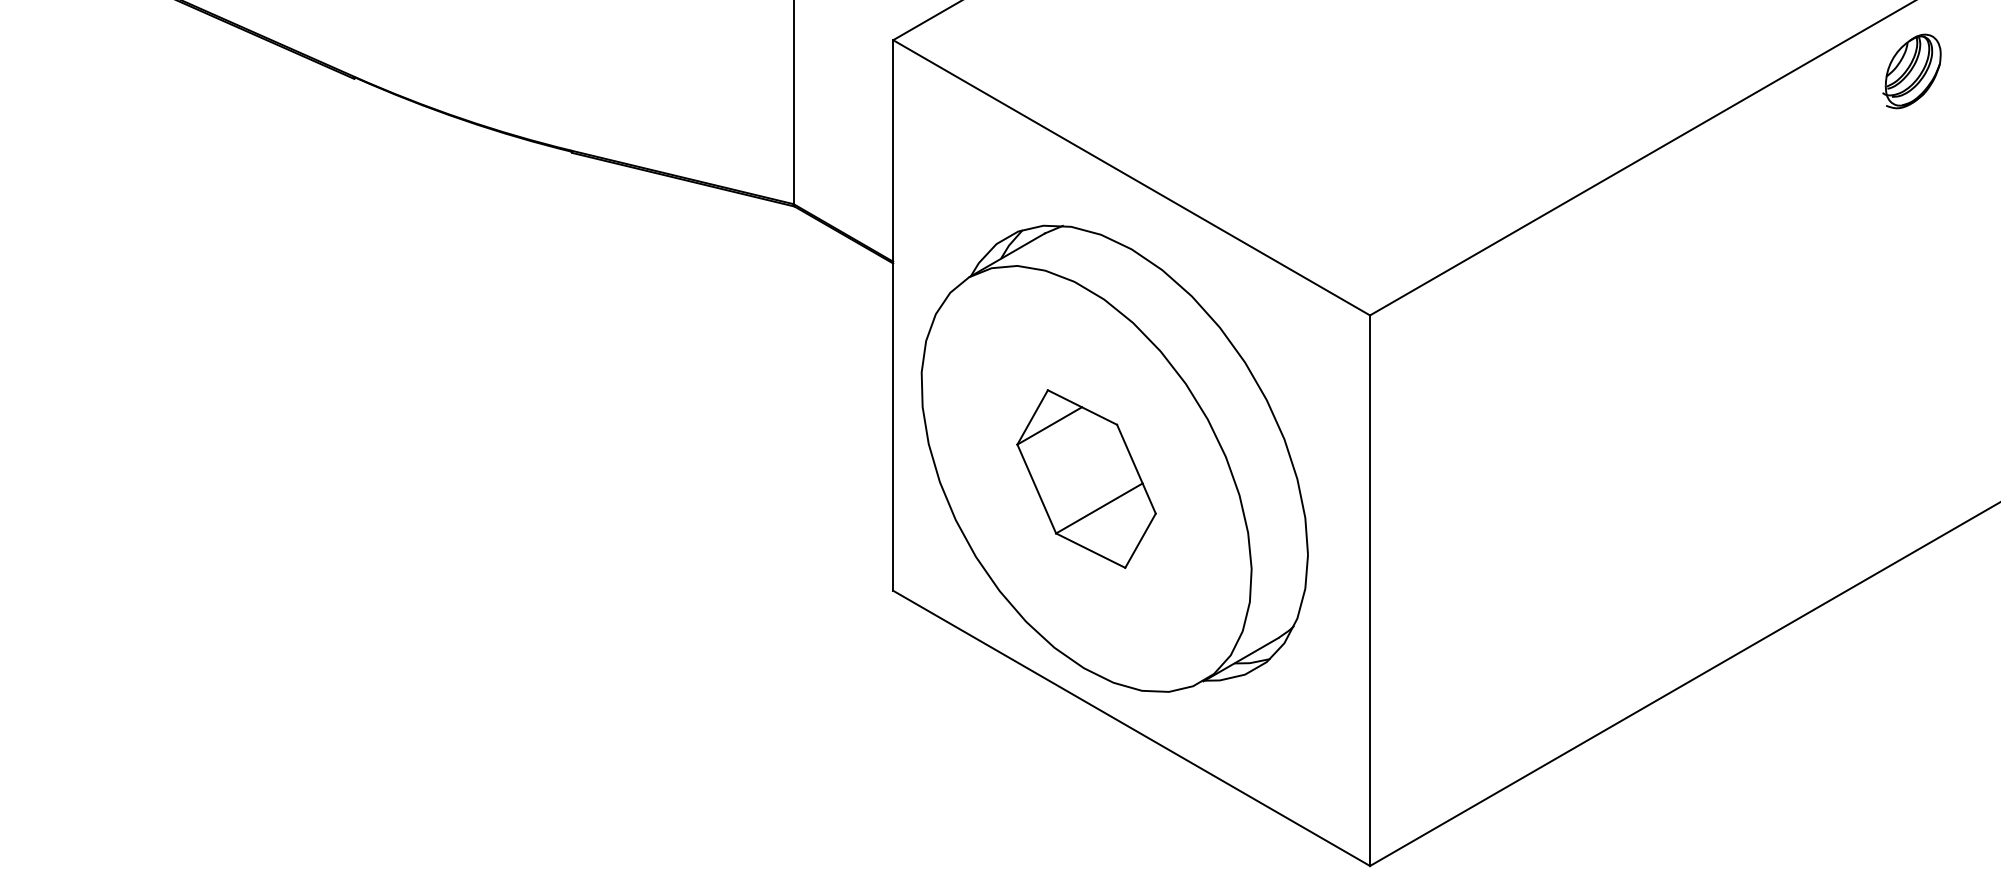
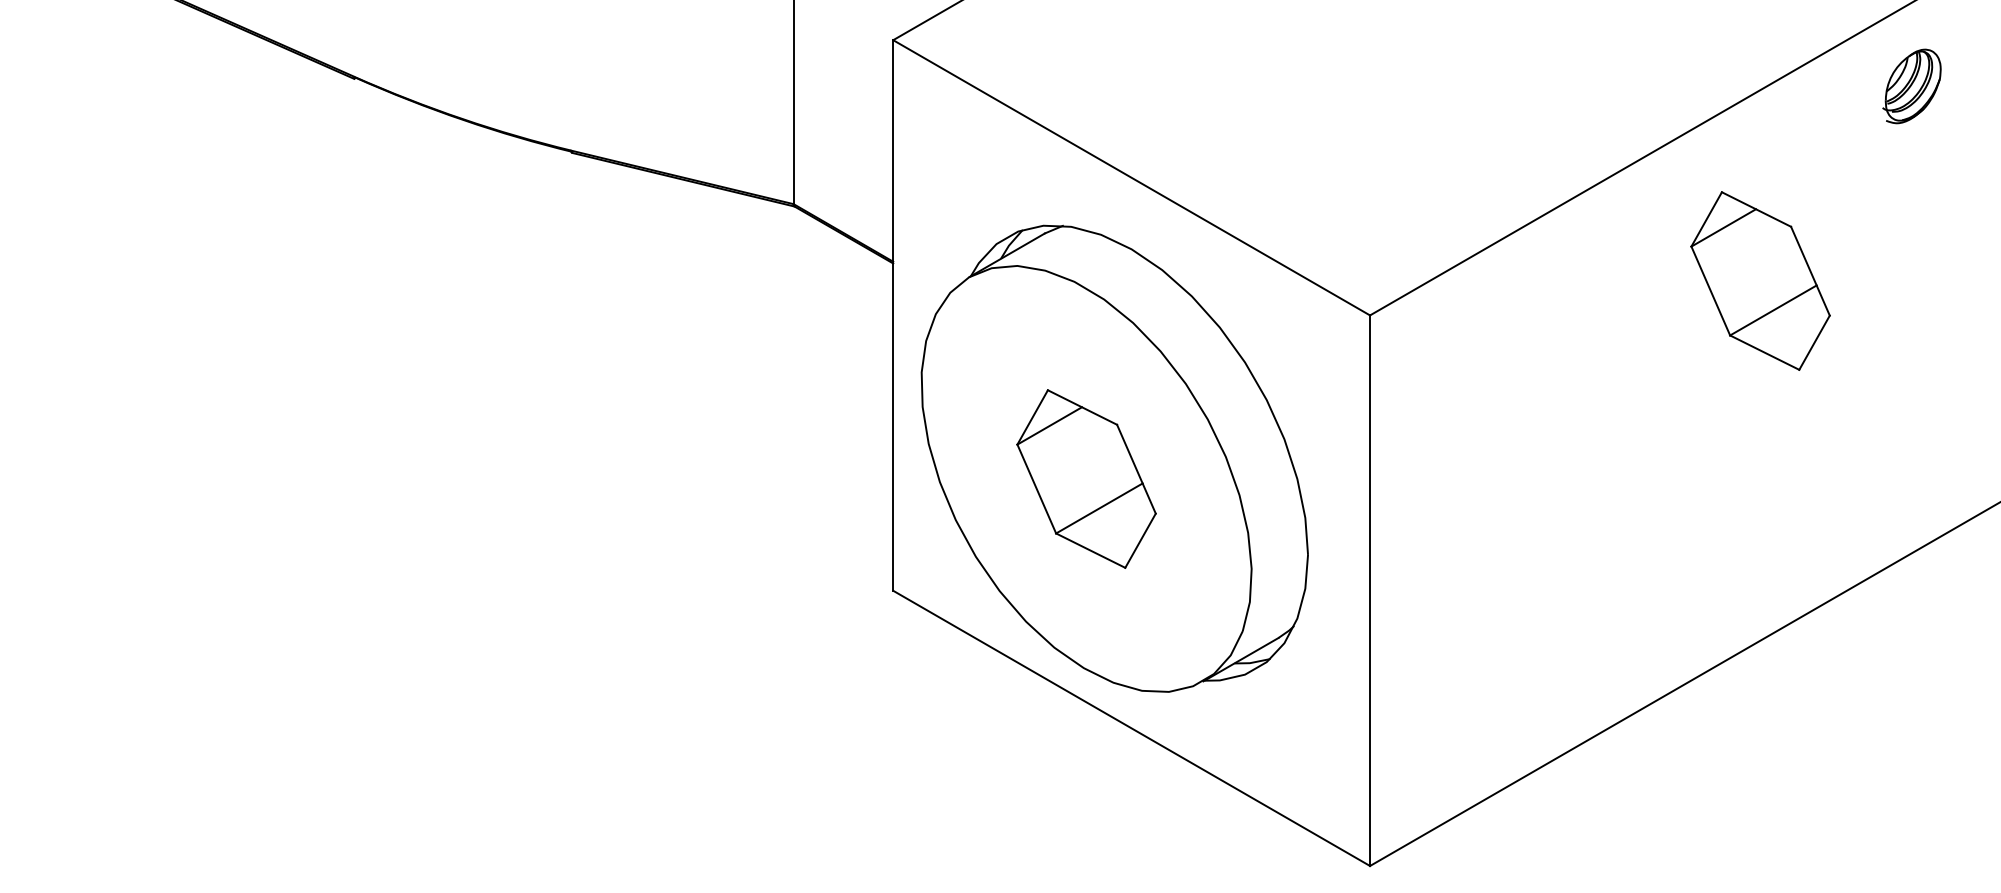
part at (1911, 71) position: (1911, 71) -> (1911, 86)
part at (1760, 280): none -> present
